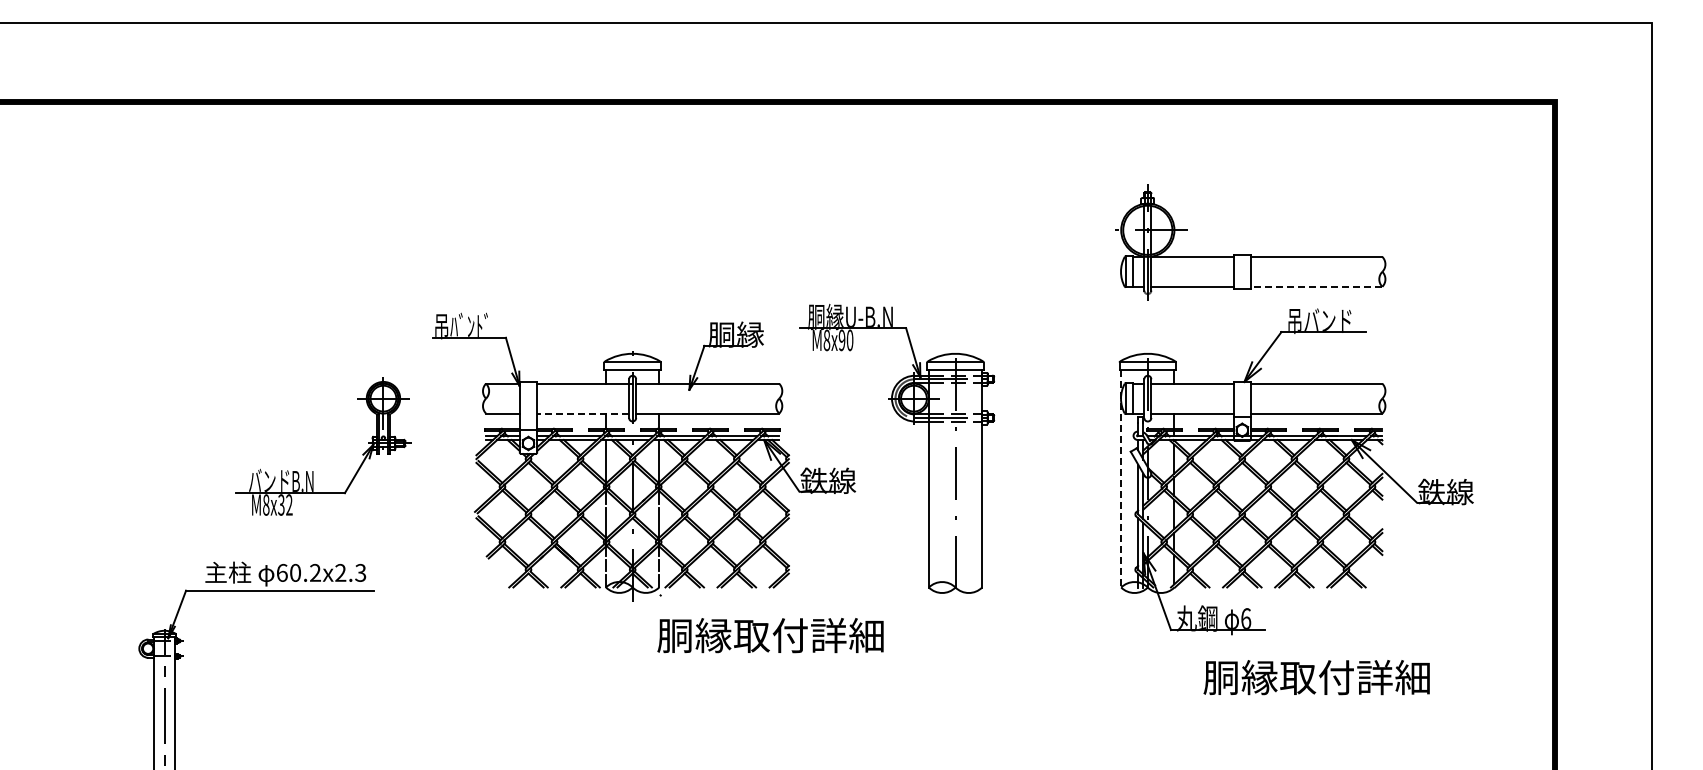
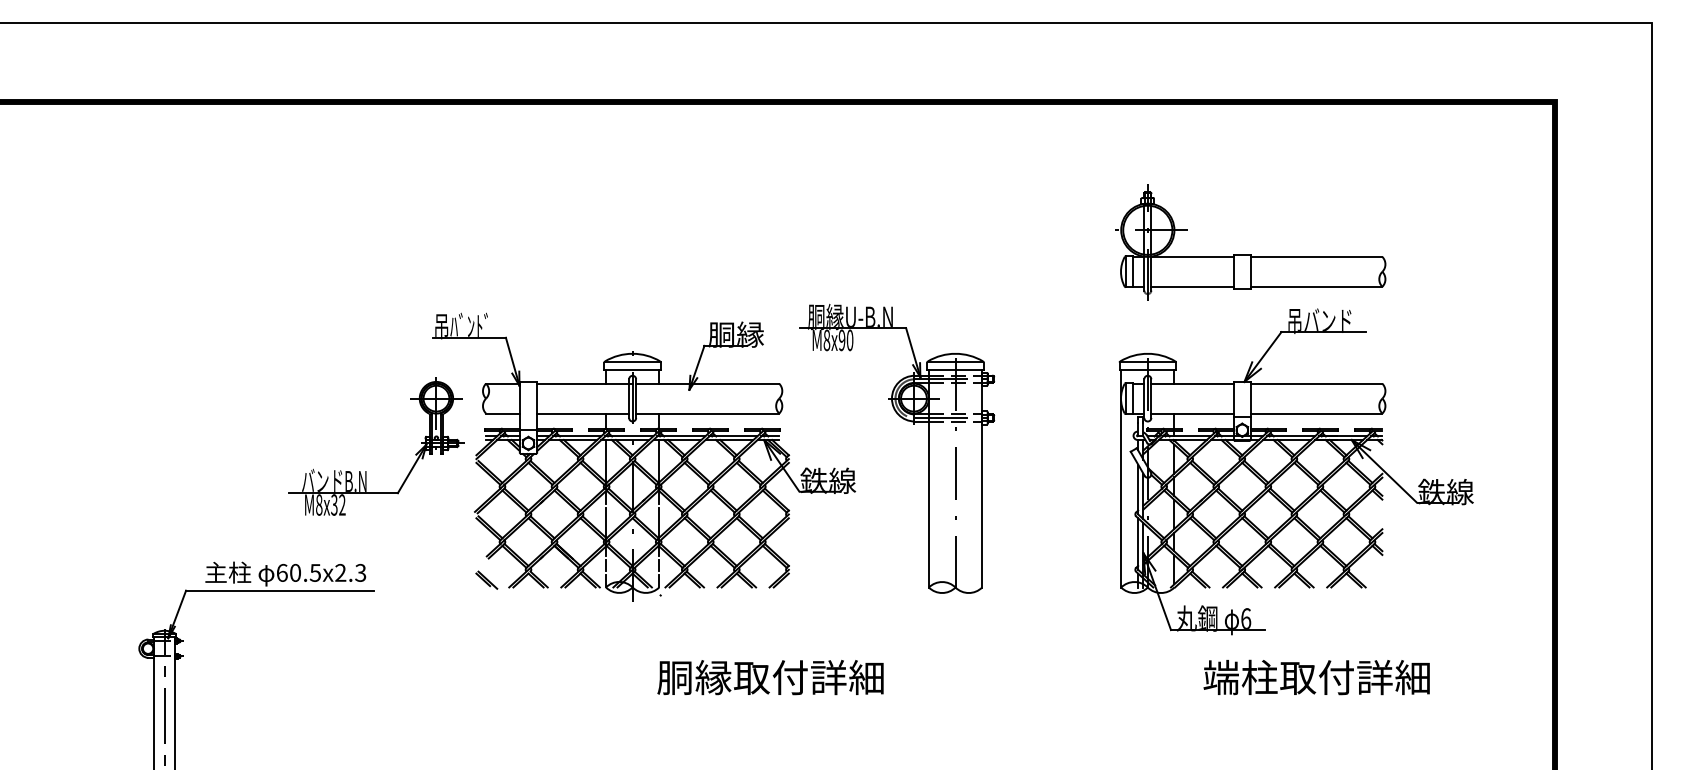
line at (1316, 286): dashed -> solid
line at (583, 413): dashed -> solid
part at (313, 471) position: (313, 471) -> (366, 471)
line at (1121, 478): dashed -> solid
text at (314, 572): 60.2x2.3 -> 60.5x2.3
part at (486, 579): none -> present
text at (770, 635) position: (770, 635) -> (770, 677)
text at (1240, 677): 胴縁取付詳細 -> 端柱取付詳細
